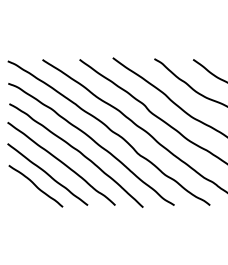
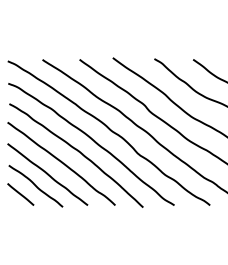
line at (20, 194): none -> present
